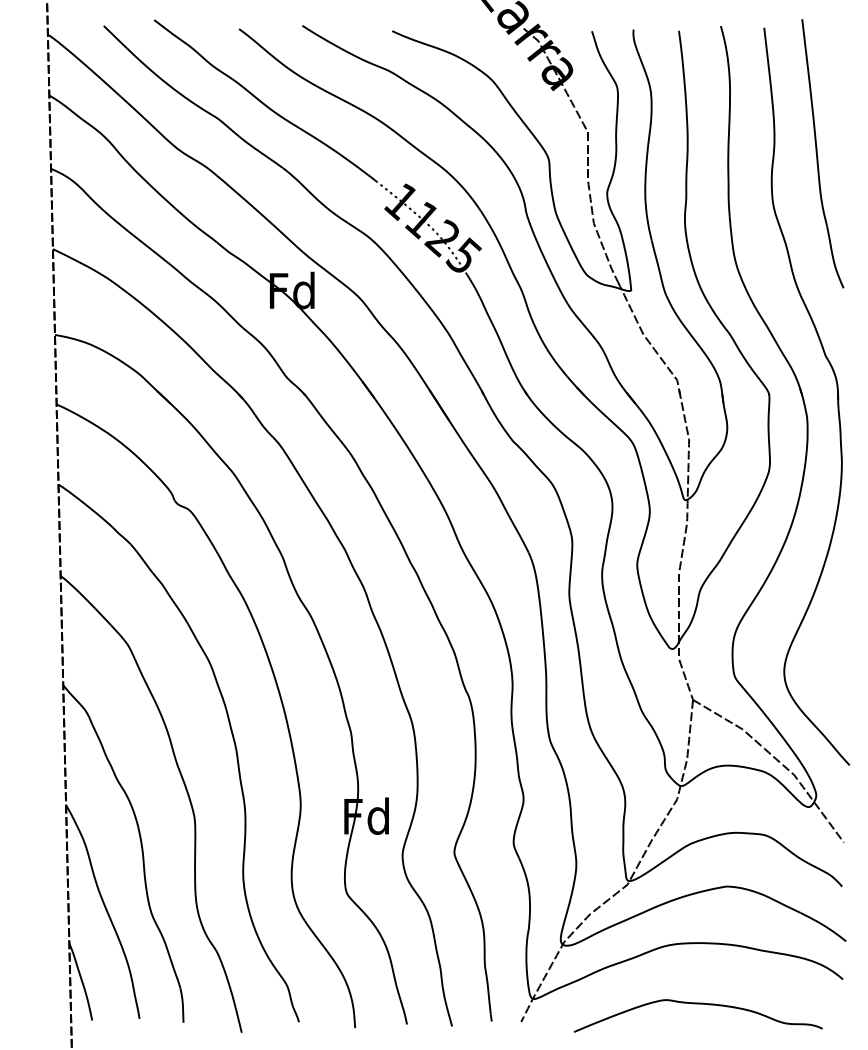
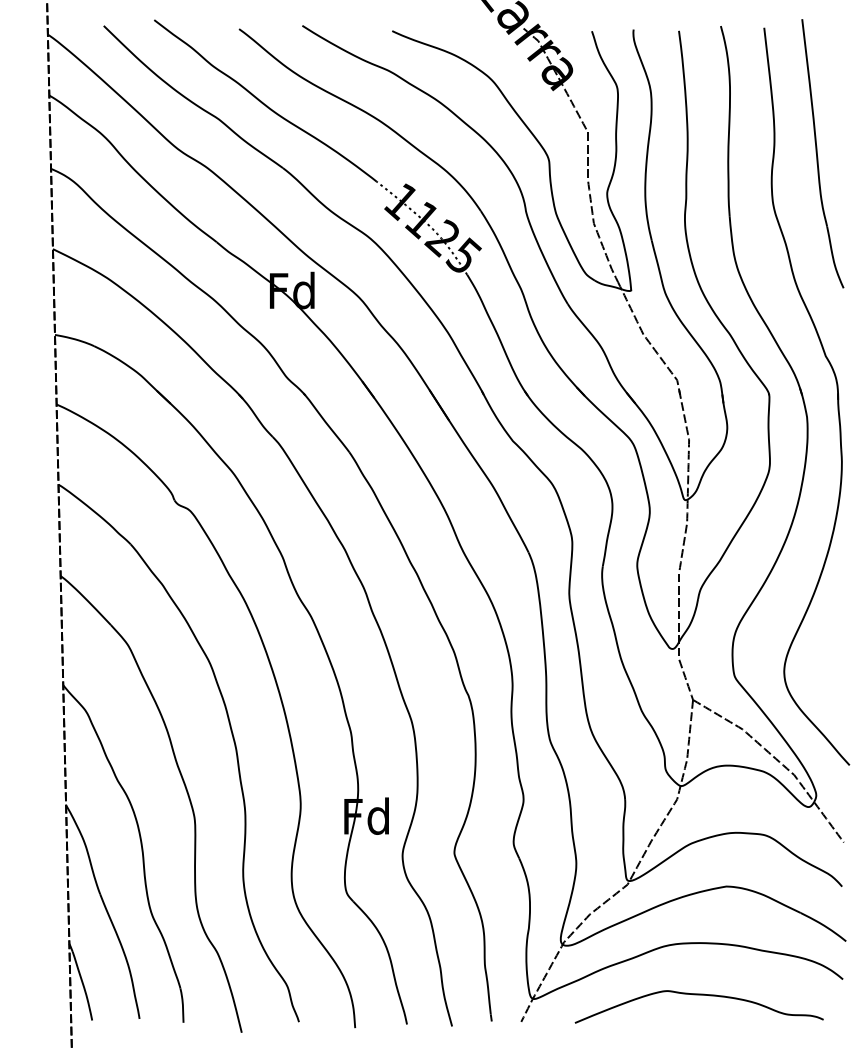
curve at (697, 1004) position: (697, 1004) -> (698, 995)
